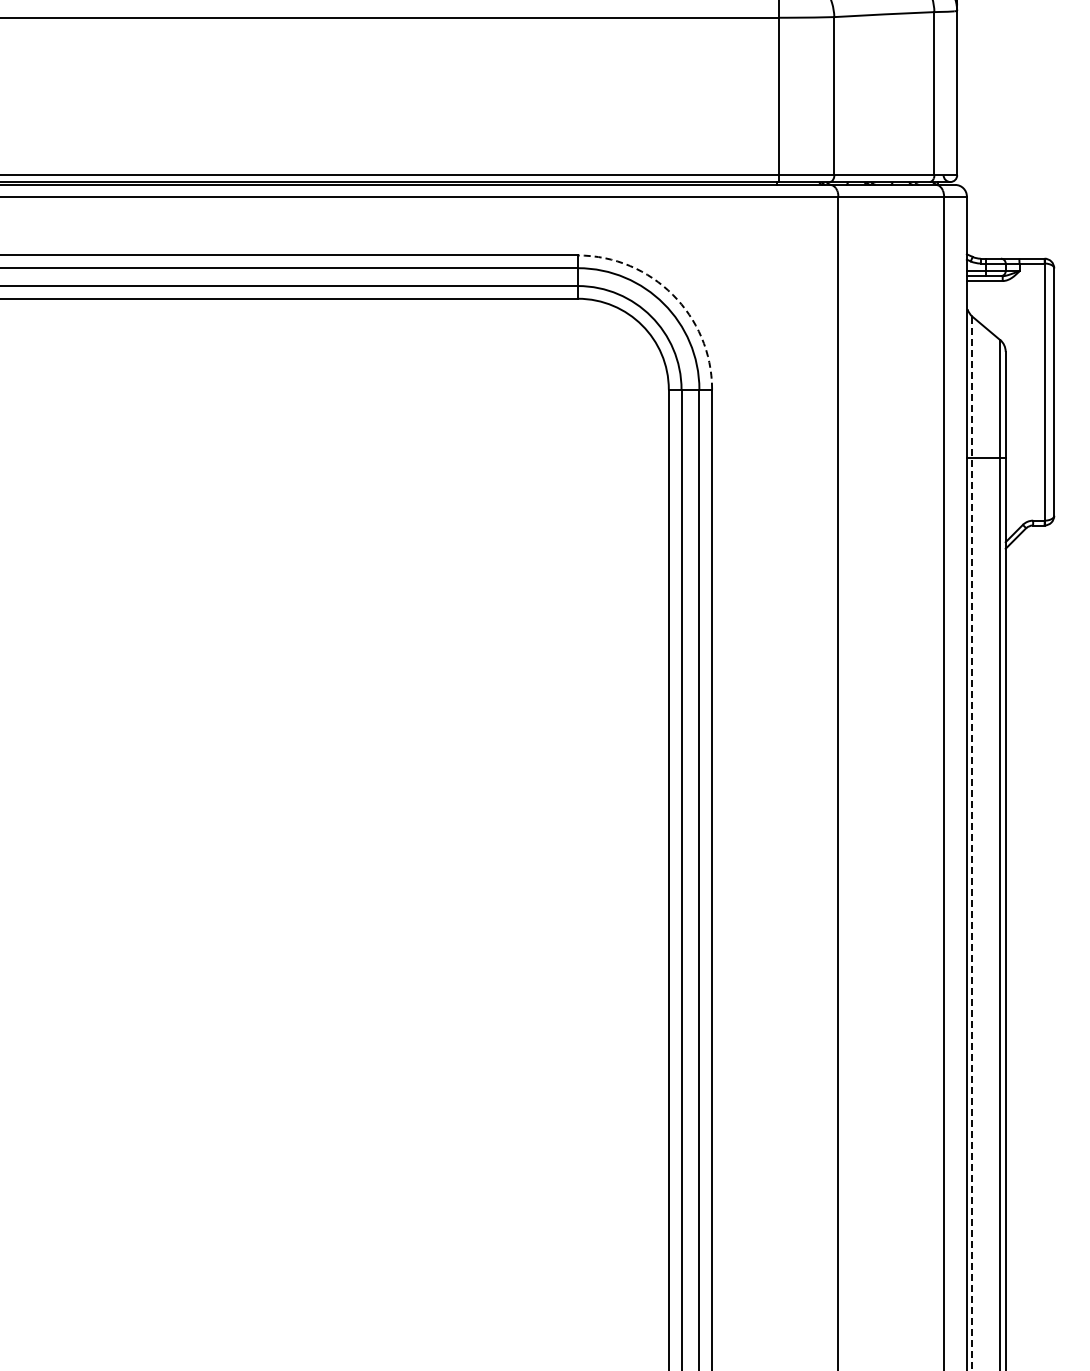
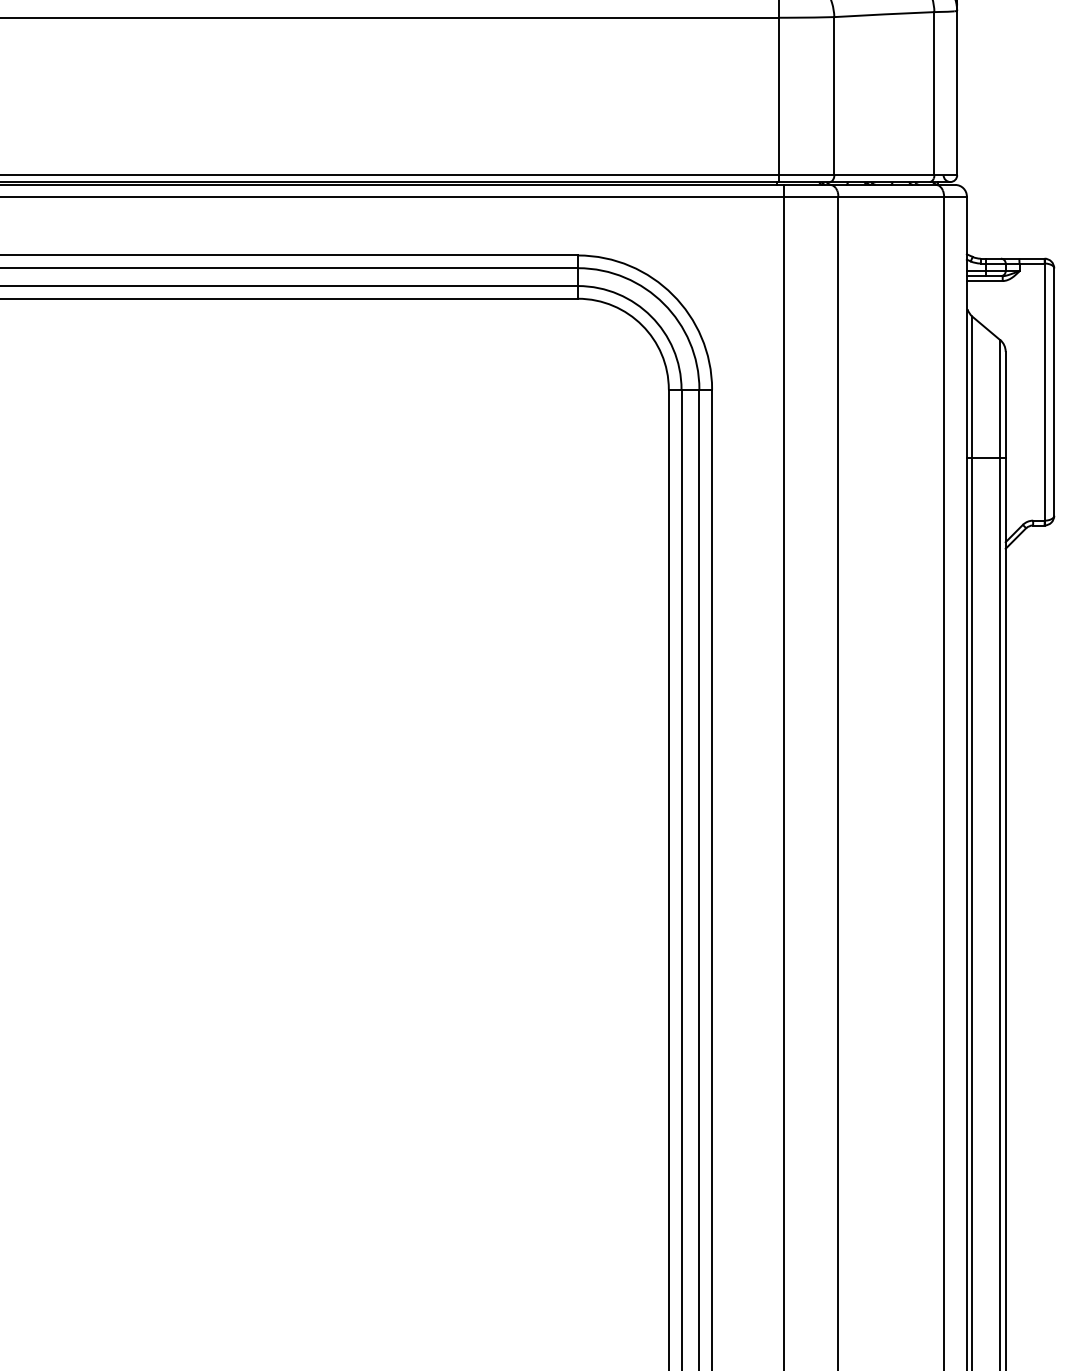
arc at (672, 294): dashed -> solid
line at (783, 775): none -> present
line at (972, 843): dashed -> solid
